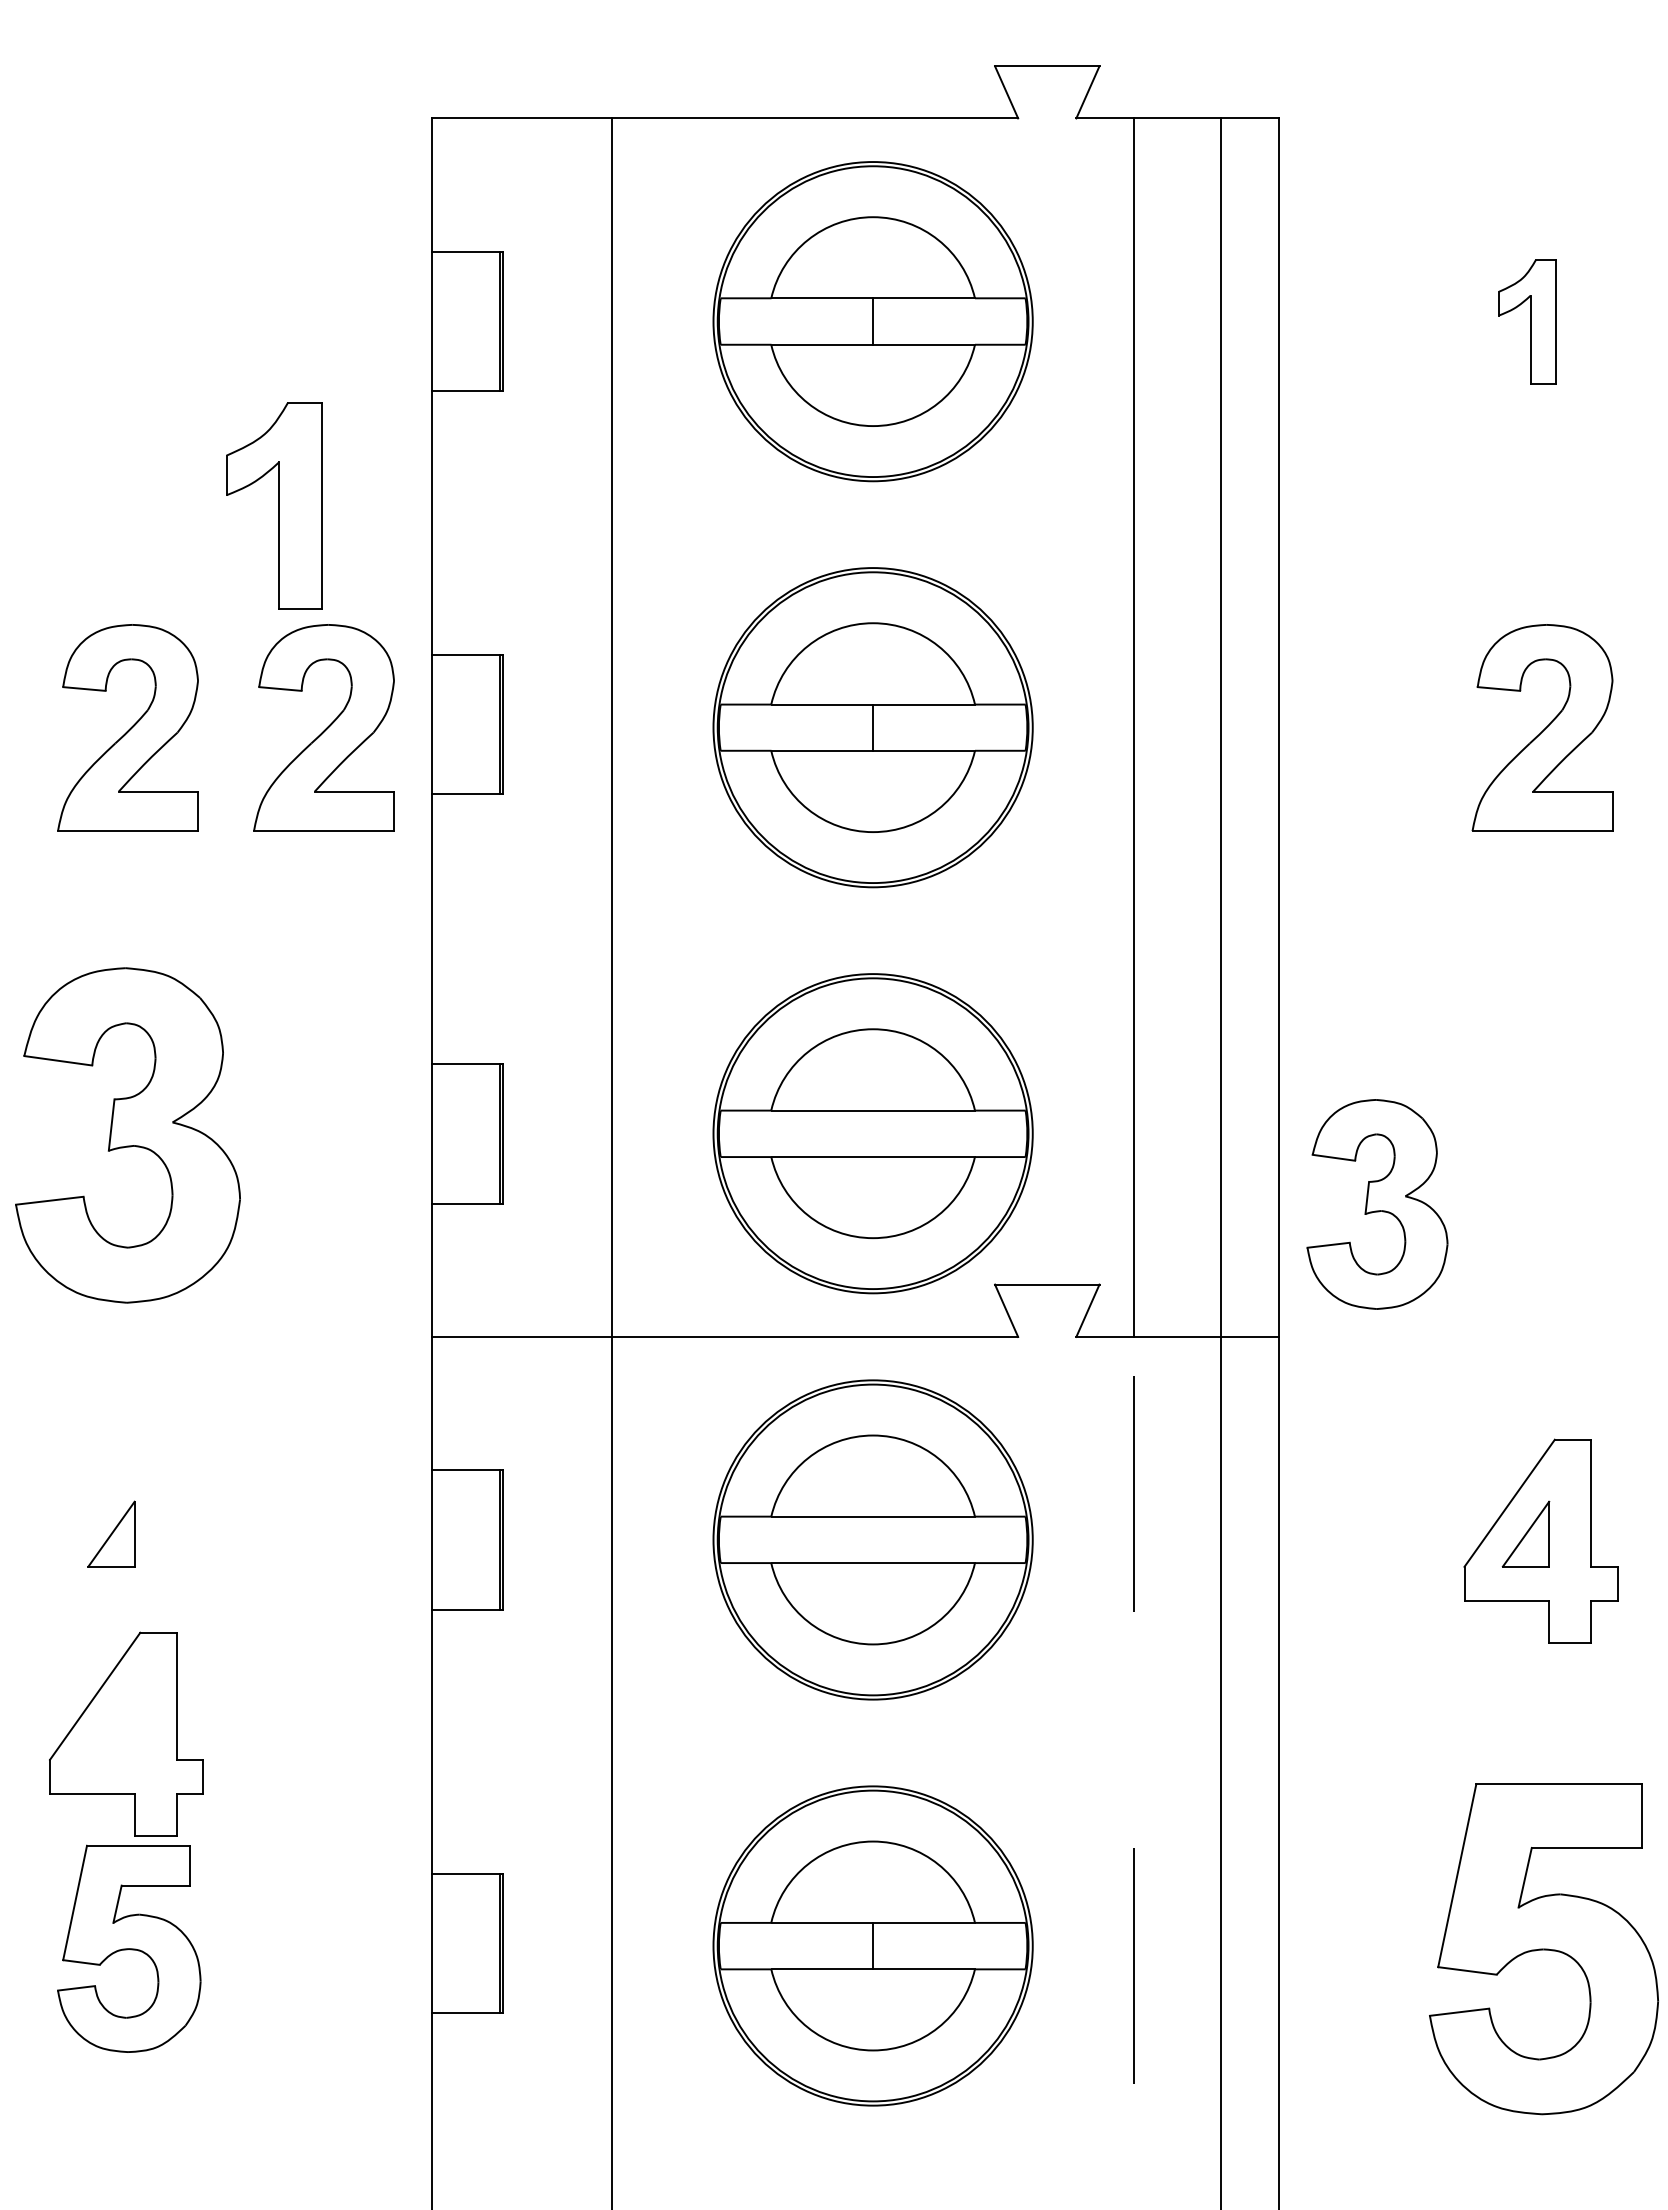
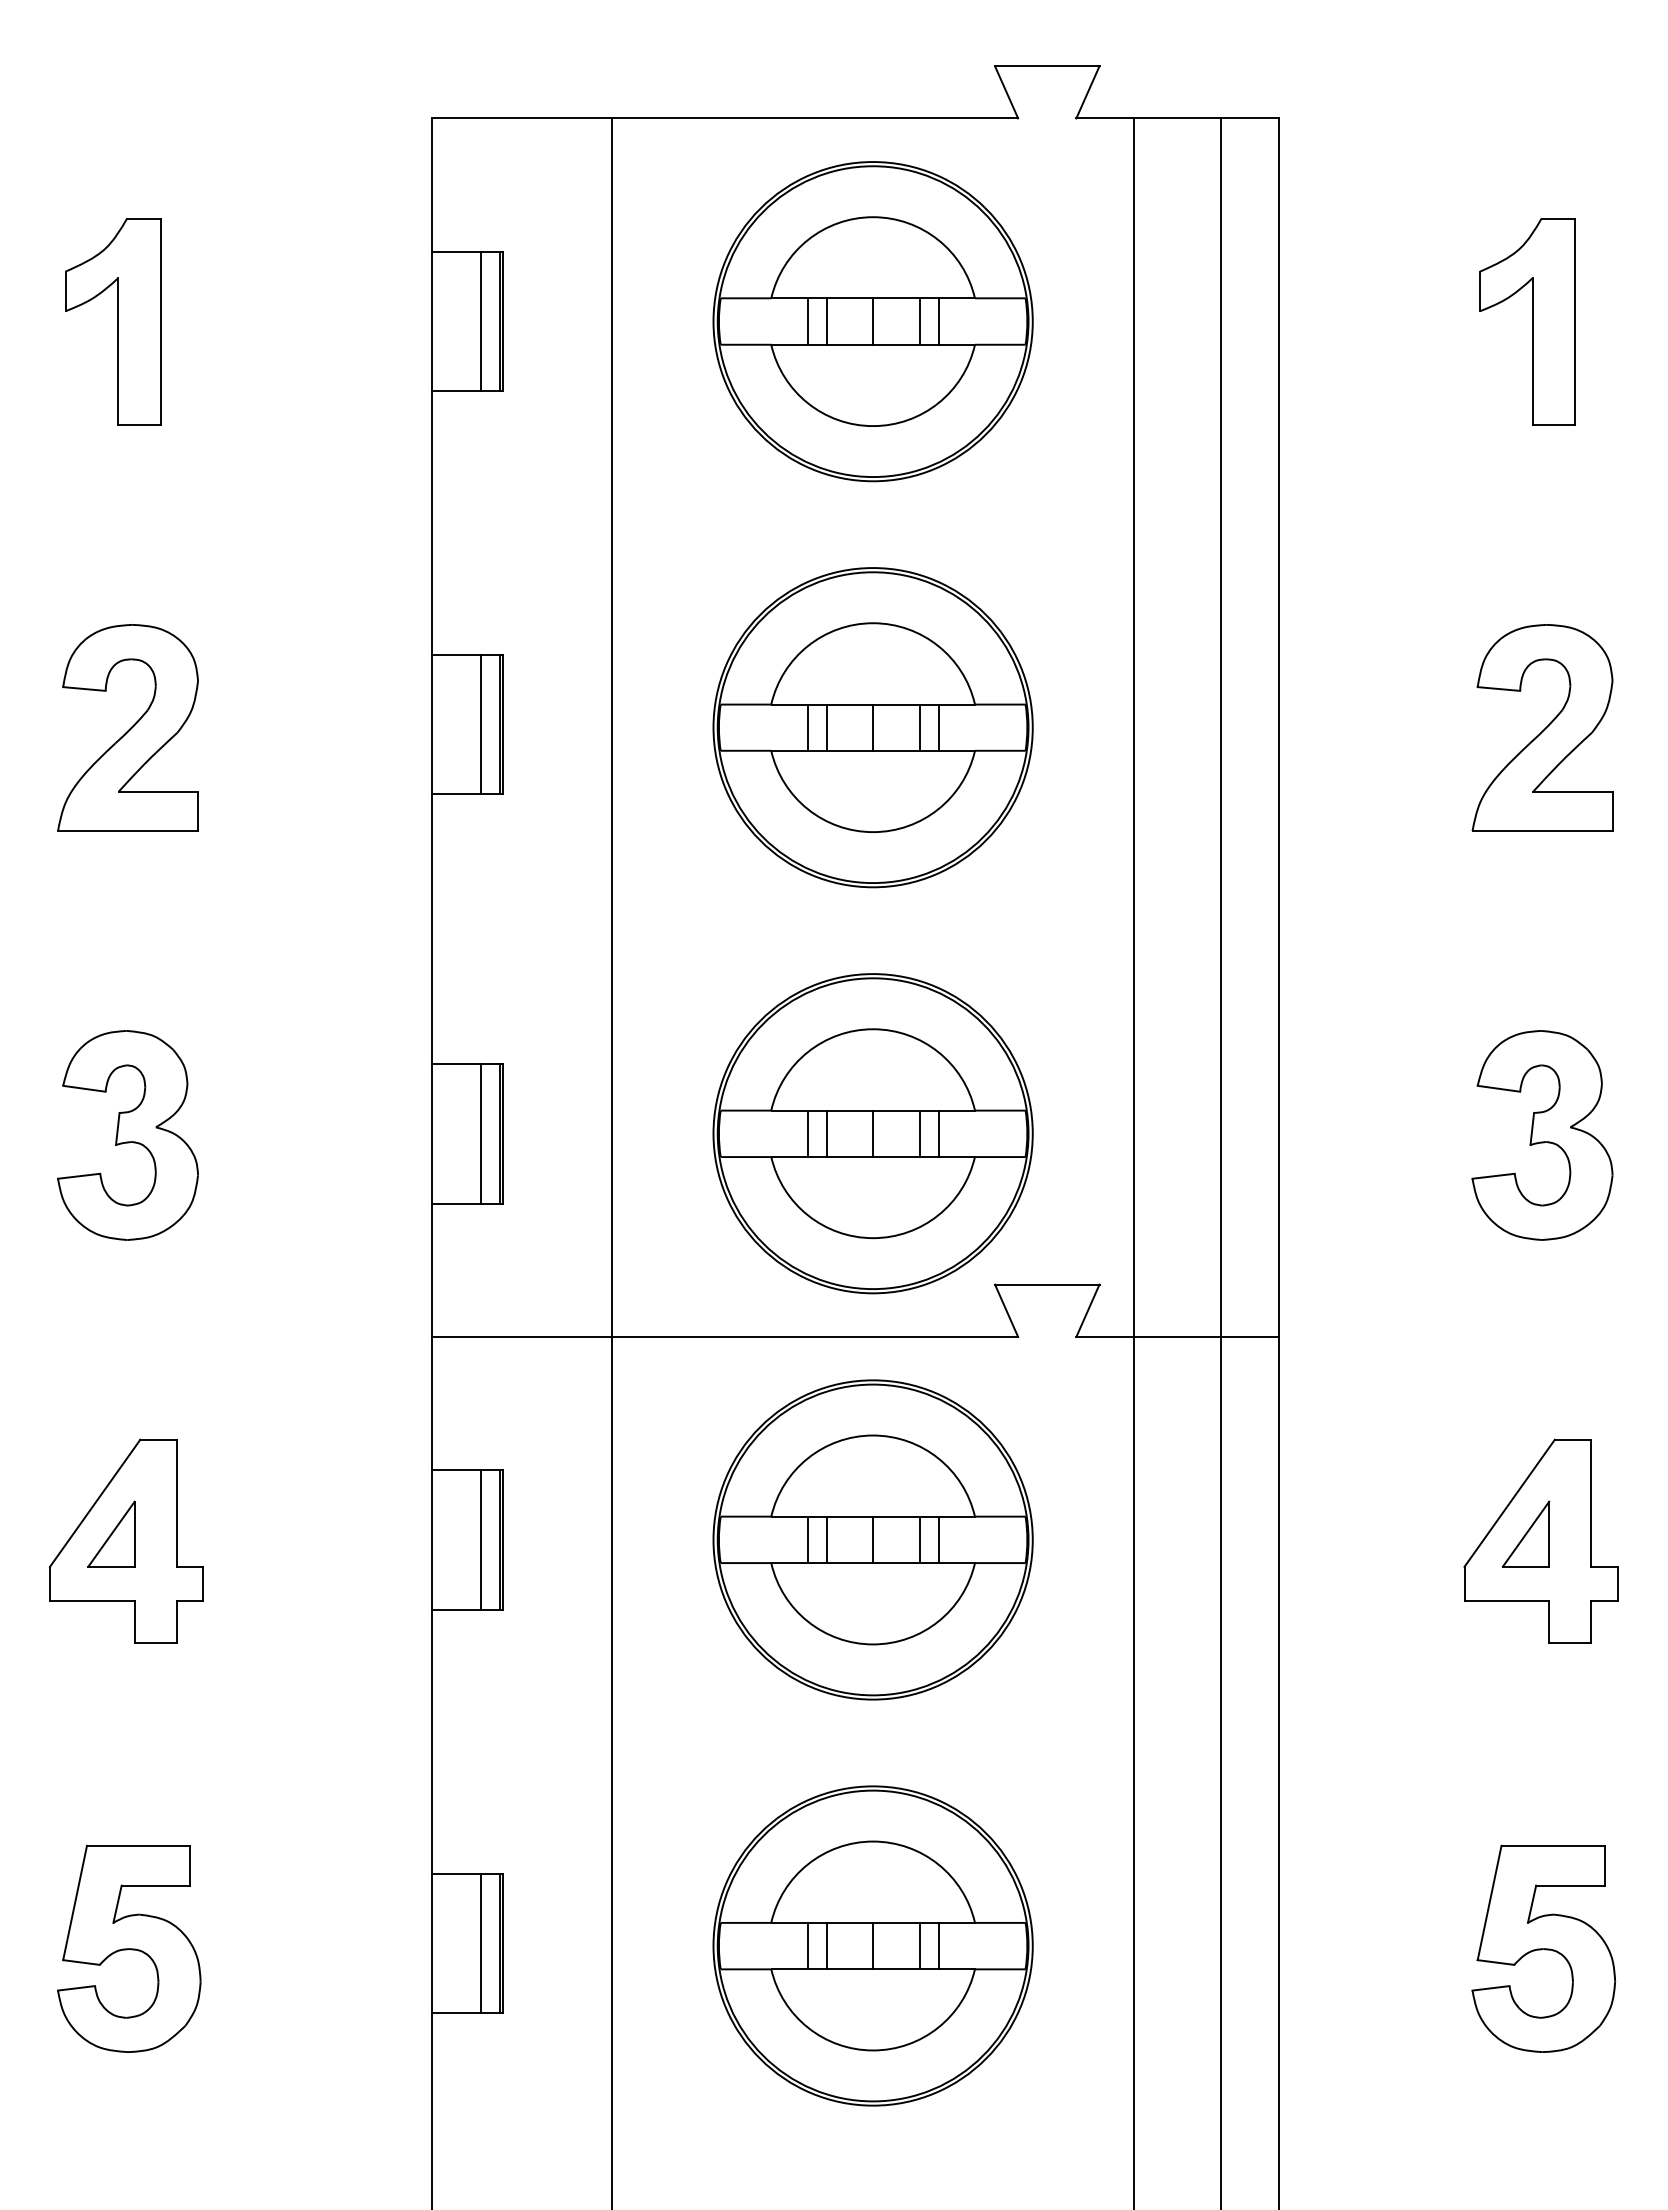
line at (481, 321): none -> present
line at (807, 321): none -> present
line at (826, 321): none -> present
line at (919, 321): none -> present
line at (938, 321): none -> present
part at (1527, 321) size: 59x126 px -> 97x208 px
part at (274, 505) position: (274, 505) -> (113, 321)
line at (481, 724): none -> present
part at (323, 727): present -> none
line at (807, 727): none -> present
line at (826, 727): none -> present
line at (919, 727): none -> present
line at (938, 727): none -> present
line at (481, 1133): none -> present
line at (807, 1133): none -> present
line at (826, 1133): none -> present
line at (873, 1133): none -> present
line at (919, 1133): none -> present
line at (938, 1133): none -> present
part at (127, 1135) size: 226x337 px -> 142x211 px
part at (1377, 1204) position: (1377, 1204) -> (1542, 1135)
line at (481, 1539): none -> present
line at (807, 1539): none -> present
line at (826, 1539): none -> present
line at (873, 1539): none -> present
line at (919, 1539): none -> present
line at (938, 1539): none -> present
part at (126, 1733) position: (126, 1733) -> (126, 1540)
line at (1134, 1772): dashed -> solid
line at (481, 1942): none -> present
line at (807, 1945): none -> present
line at (826, 1945): none -> present
line at (919, 1945): none -> present
line at (938, 1945): none -> present
part at (1543, 1949) size: 230x333 px -> 145x209 px
